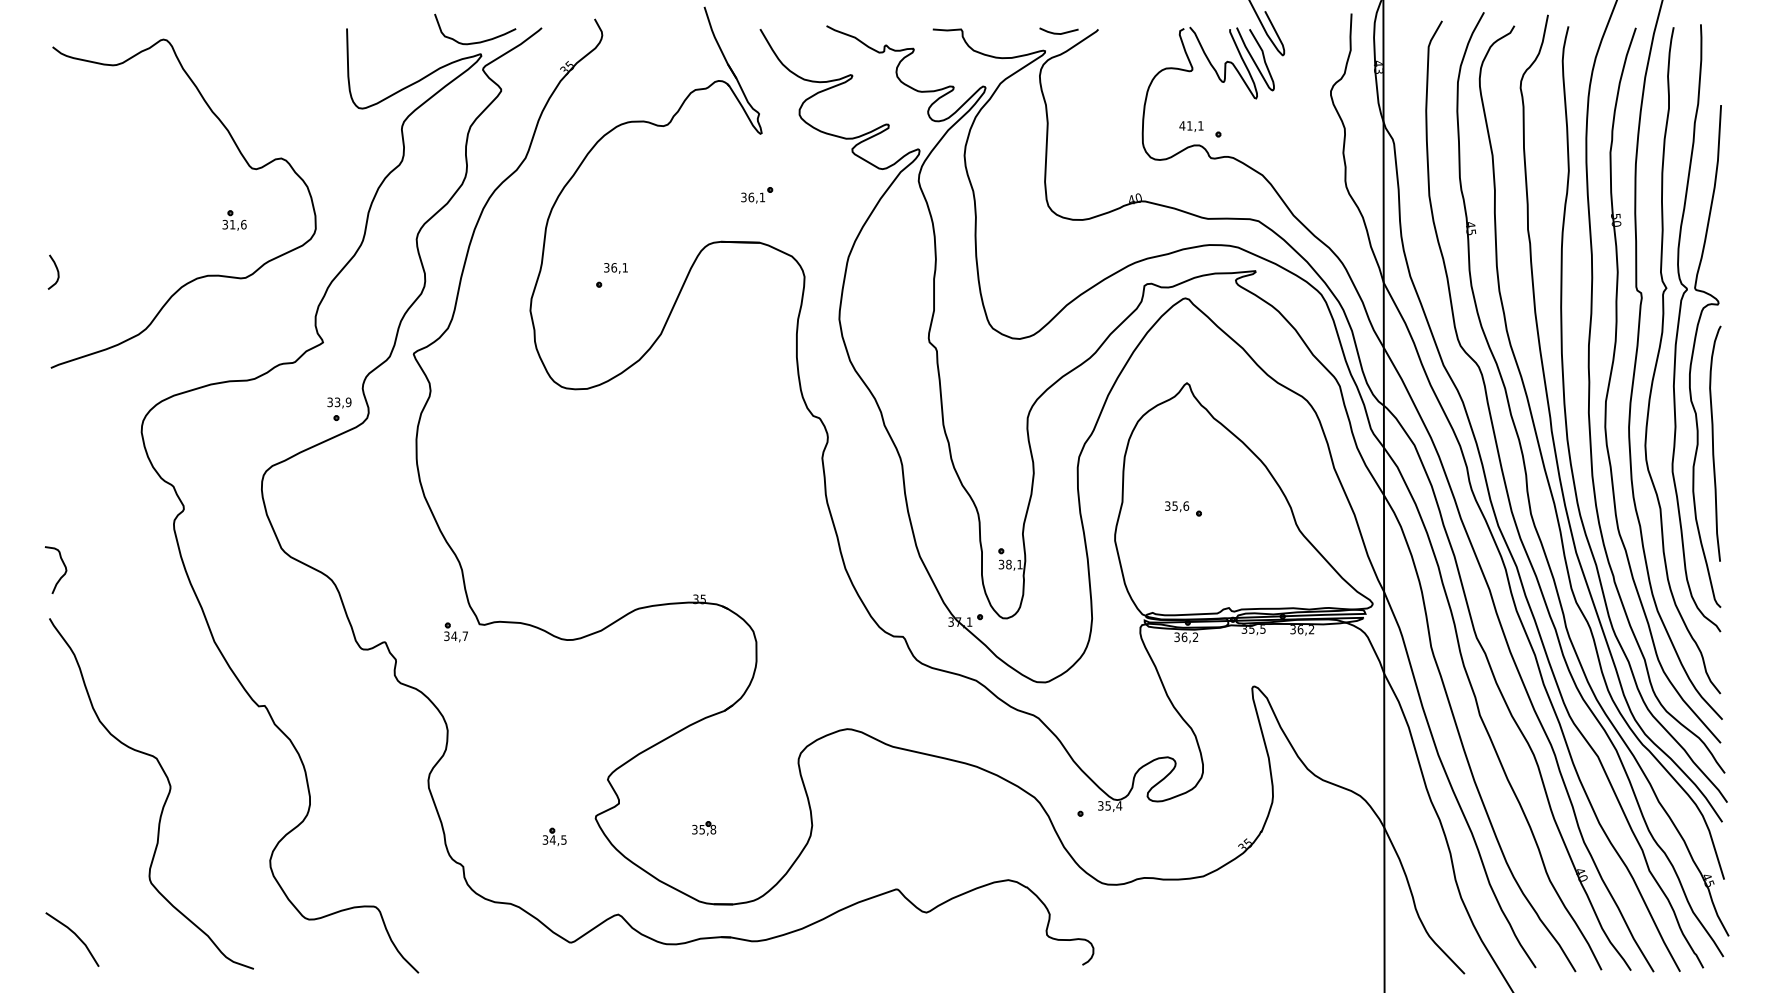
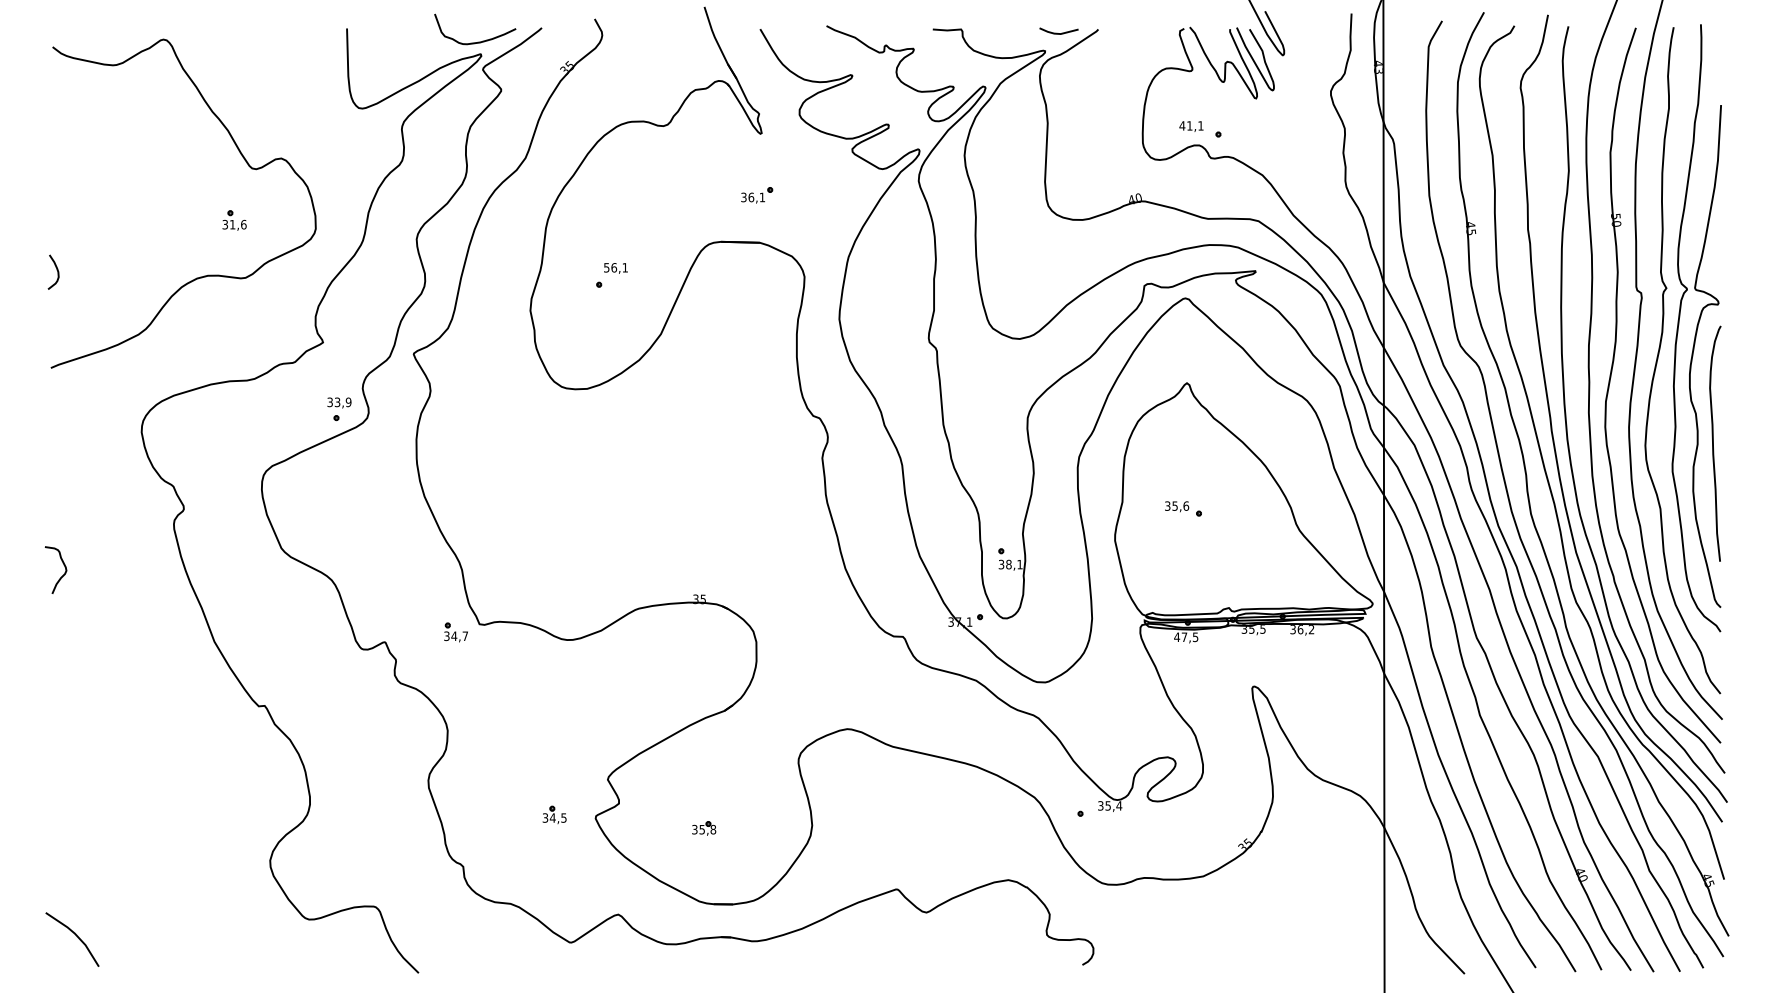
text at (606, 267): 36,1 -> 56,1
text at (1186, 637): 36,2 -> 47,5
curve at (165, 799): present -> none
part at (554, 836) position: (554, 836) -> (554, 814)
